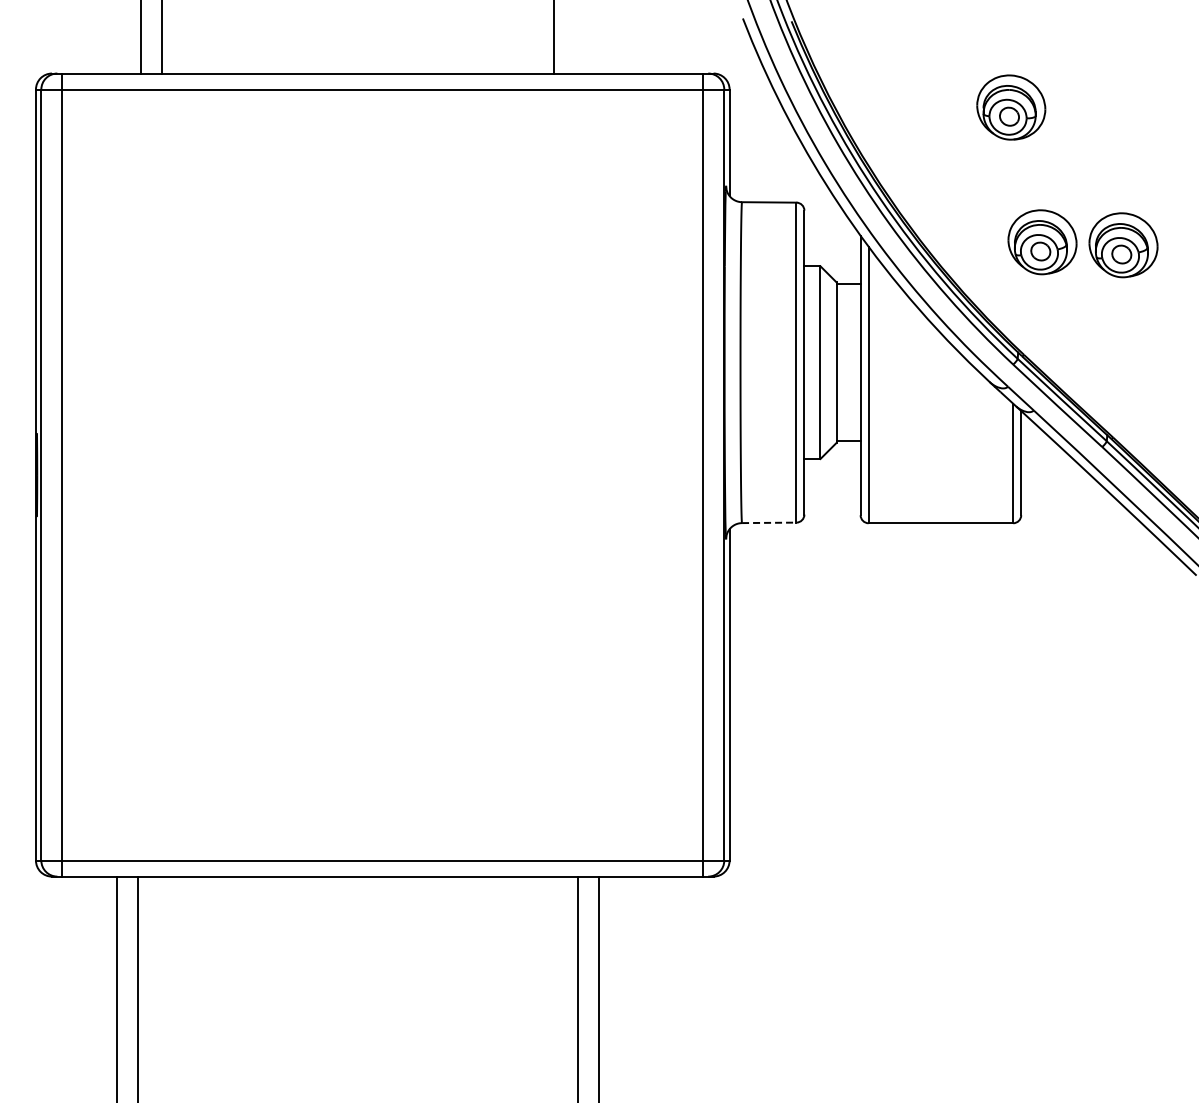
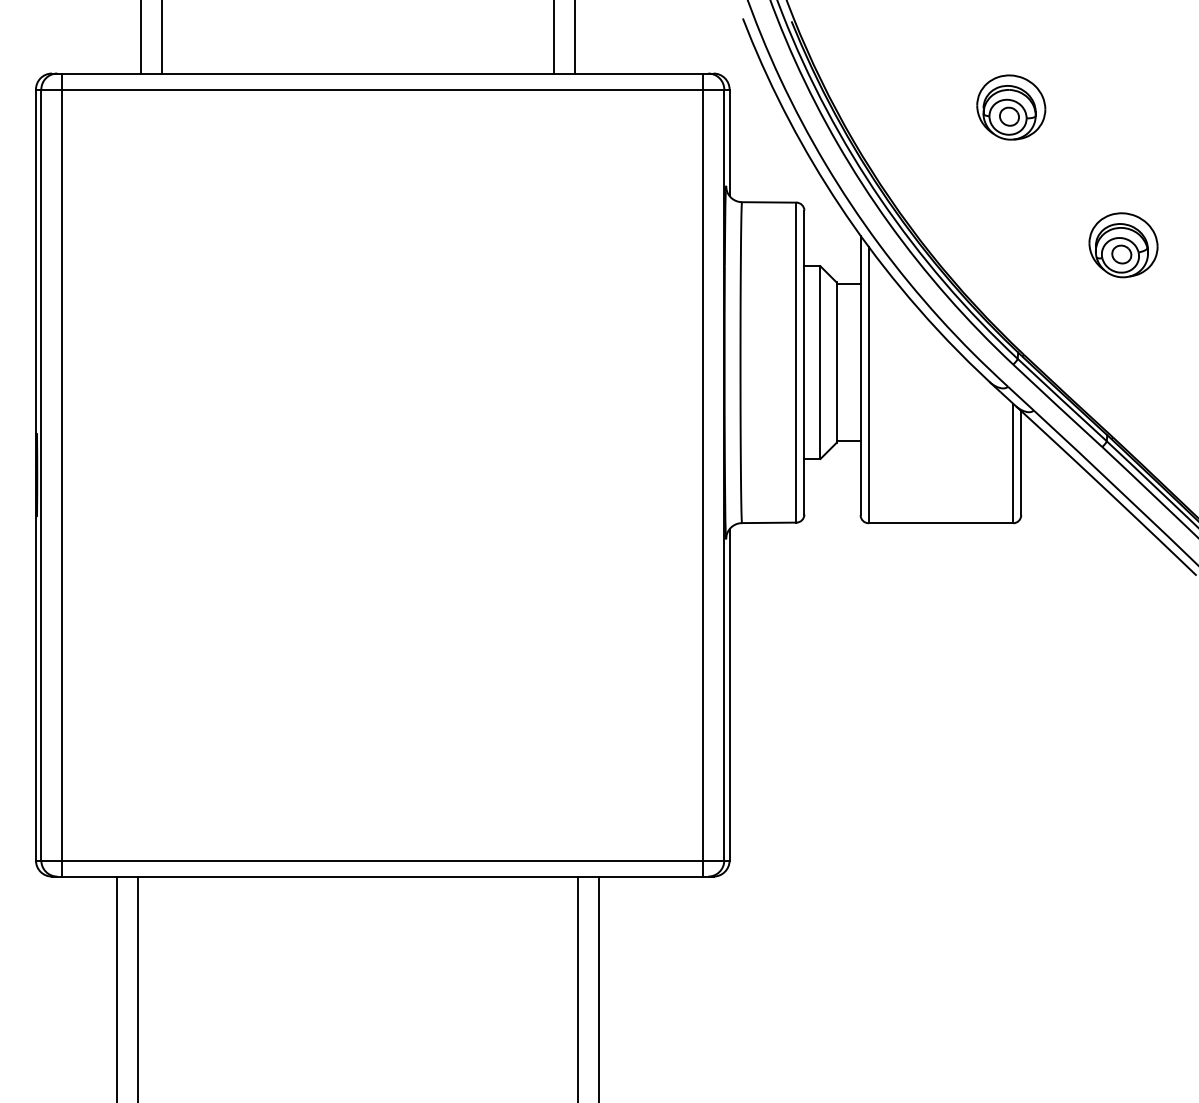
line at (574, 37): none -> present
part at (1042, 242): present -> none
line at (769, 522): dashed -> solid
